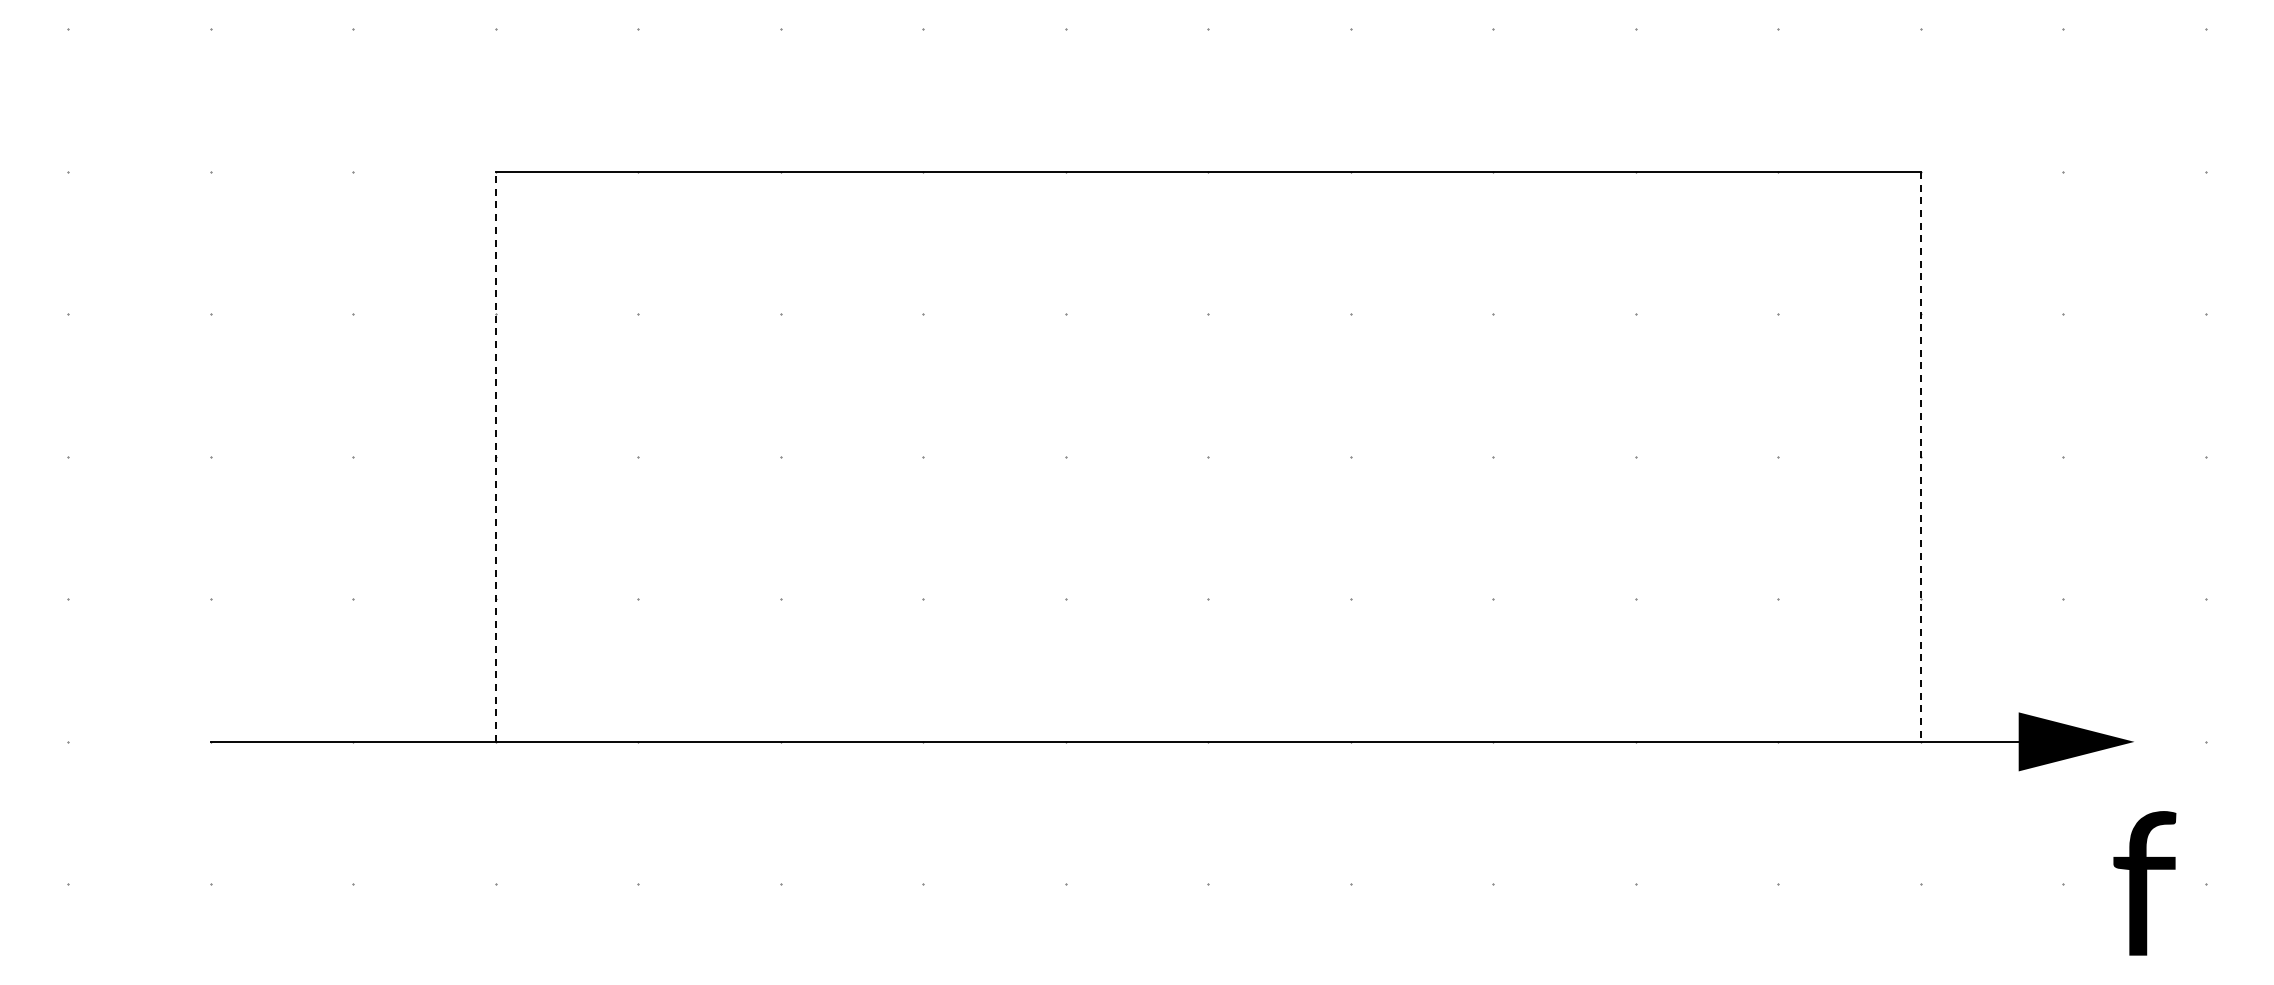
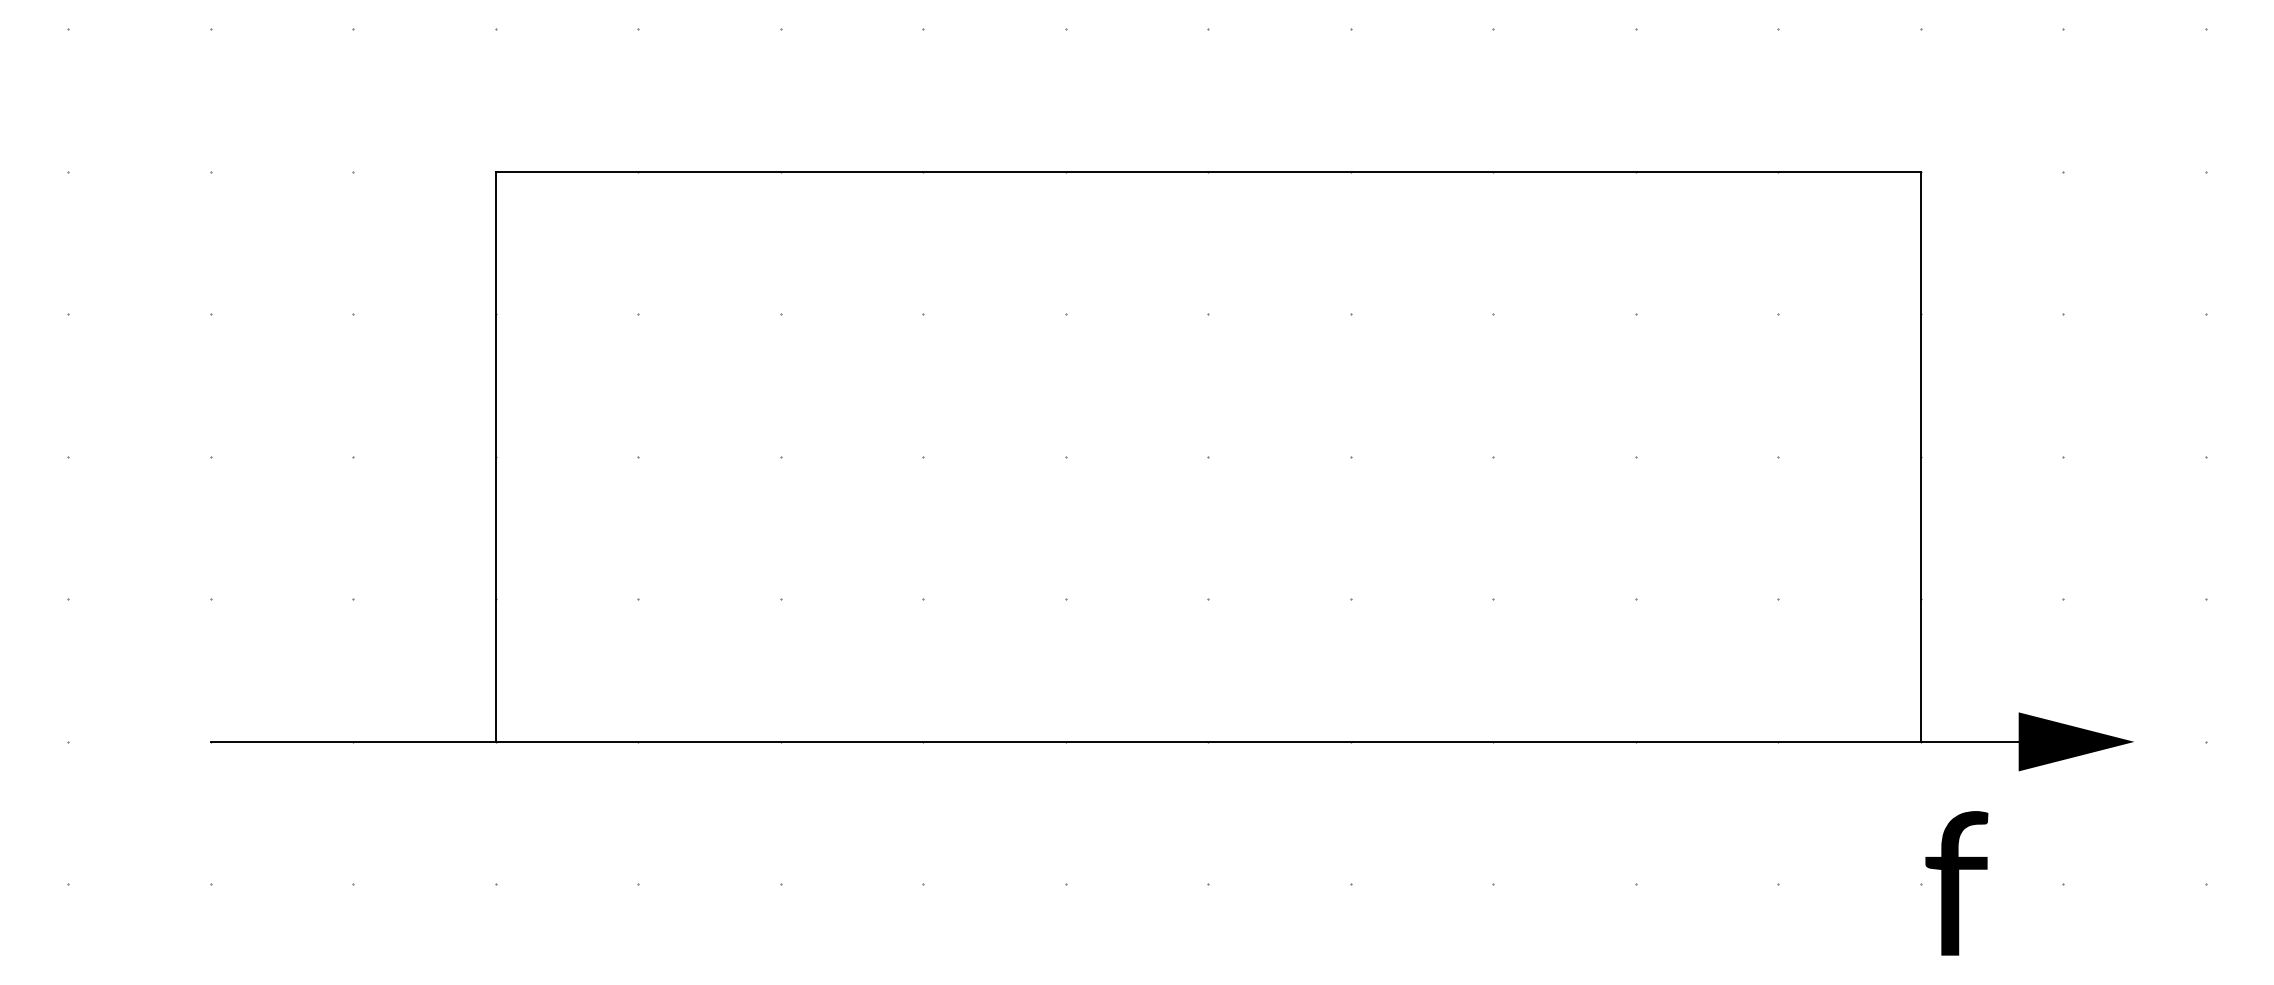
line at (495, 456): dashed -> solid
line at (1920, 457): dashed -> solid
text at (2144, 883) position: (2144, 883) -> (1956, 883)
